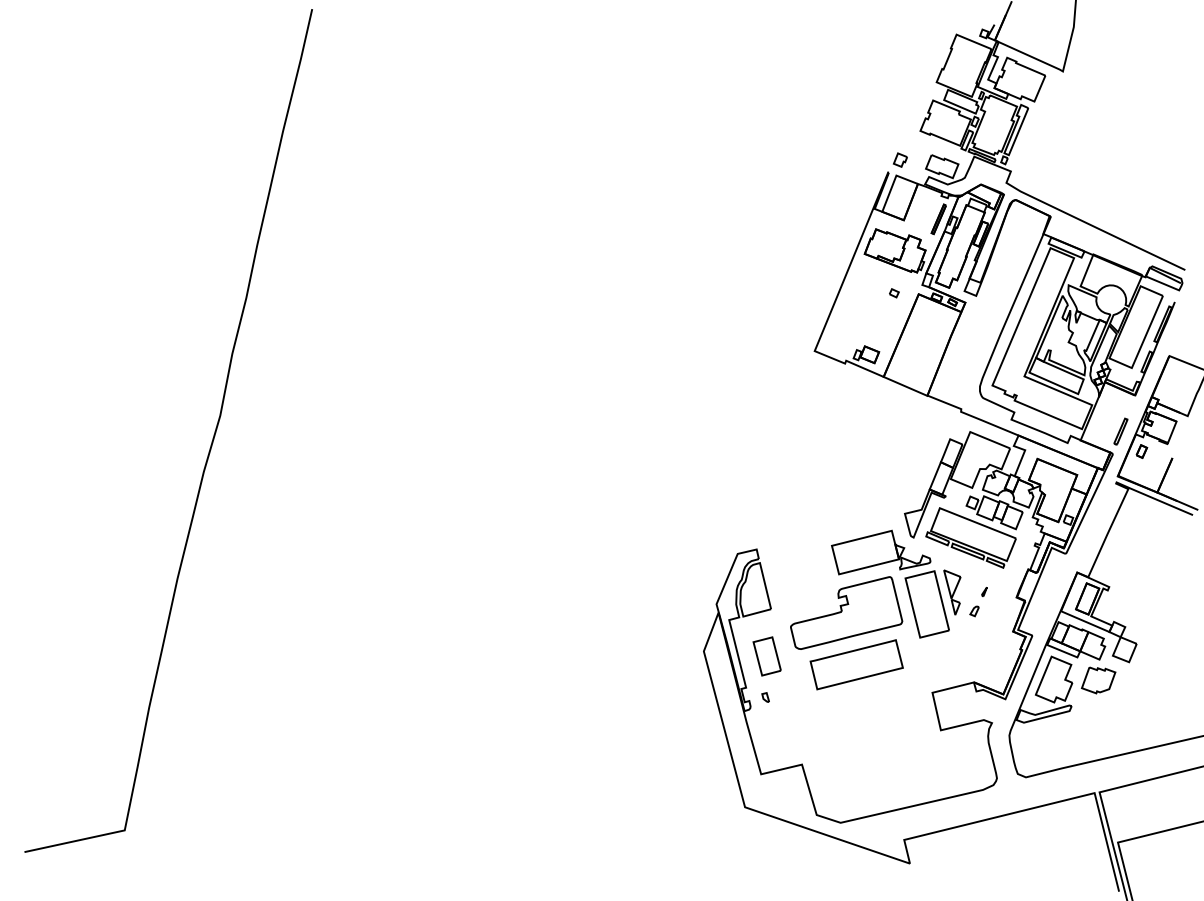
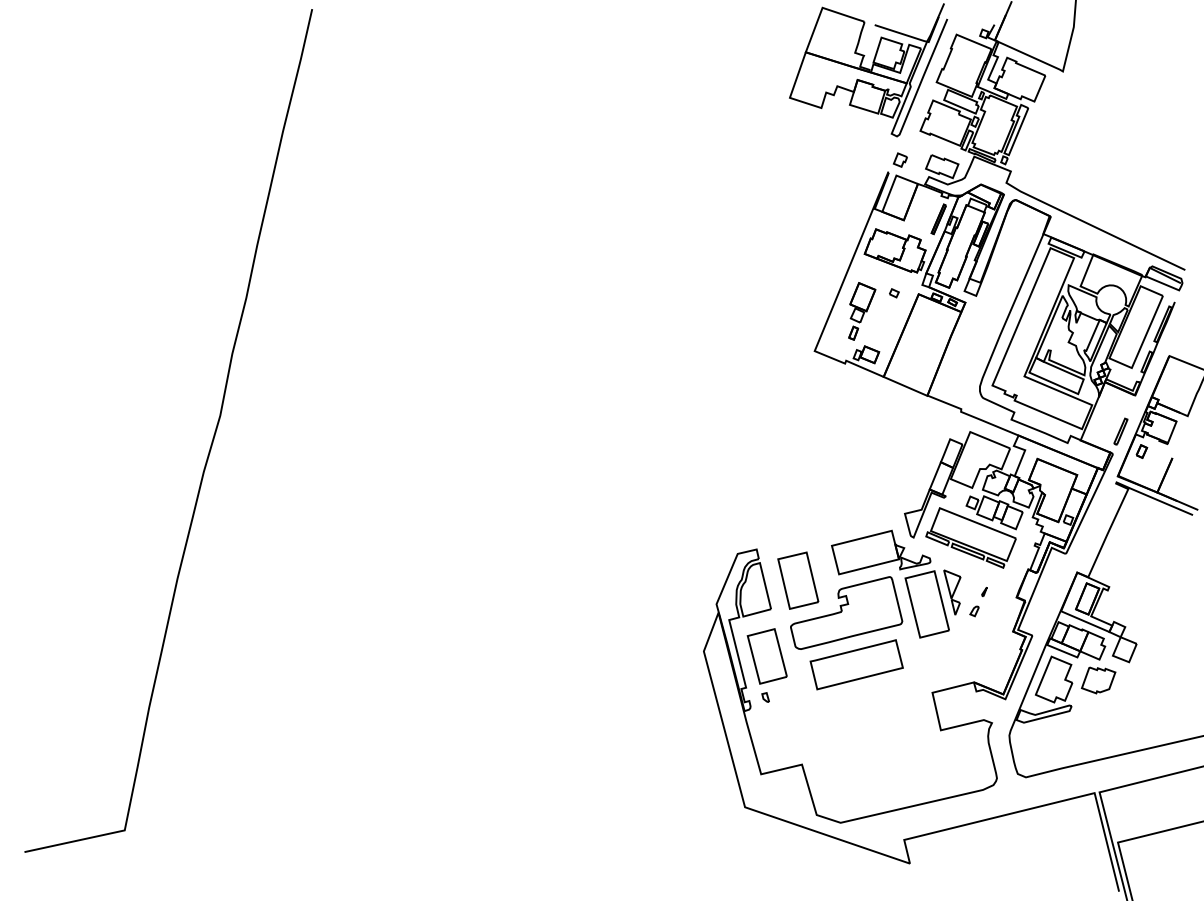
part at (868, 70): none -> present
part at (862, 311): none -> present
part at (798, 580): none -> present
part at (766, 656) size: 30x41 px -> 42x57 px
